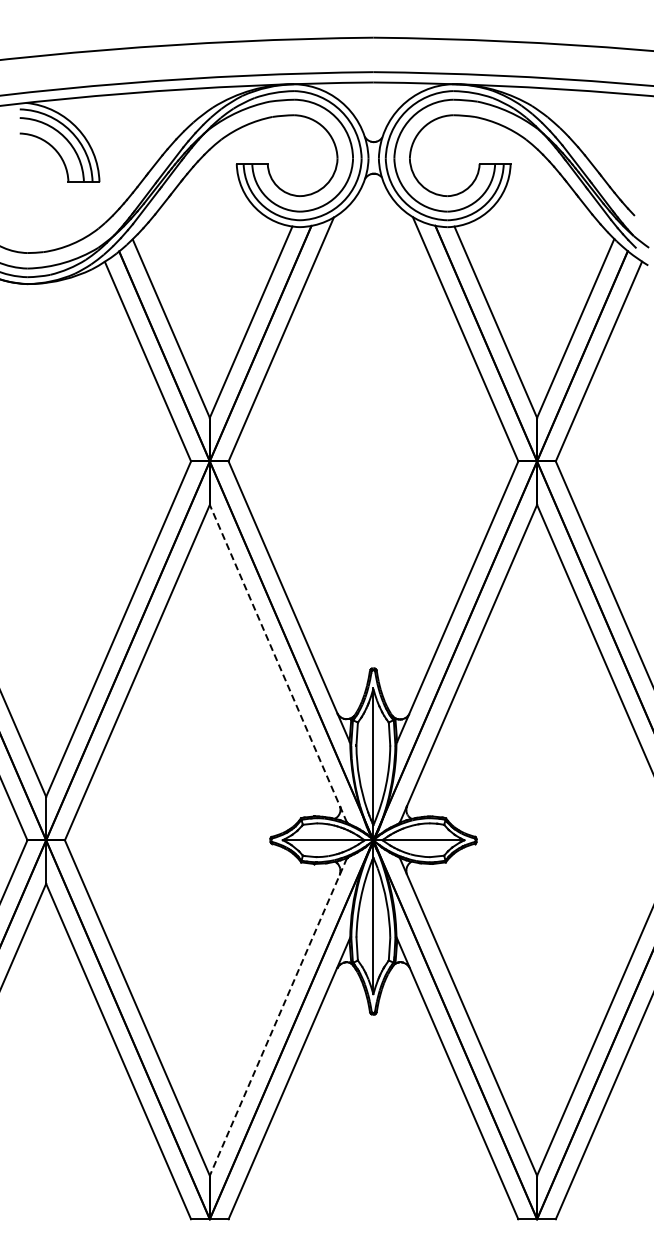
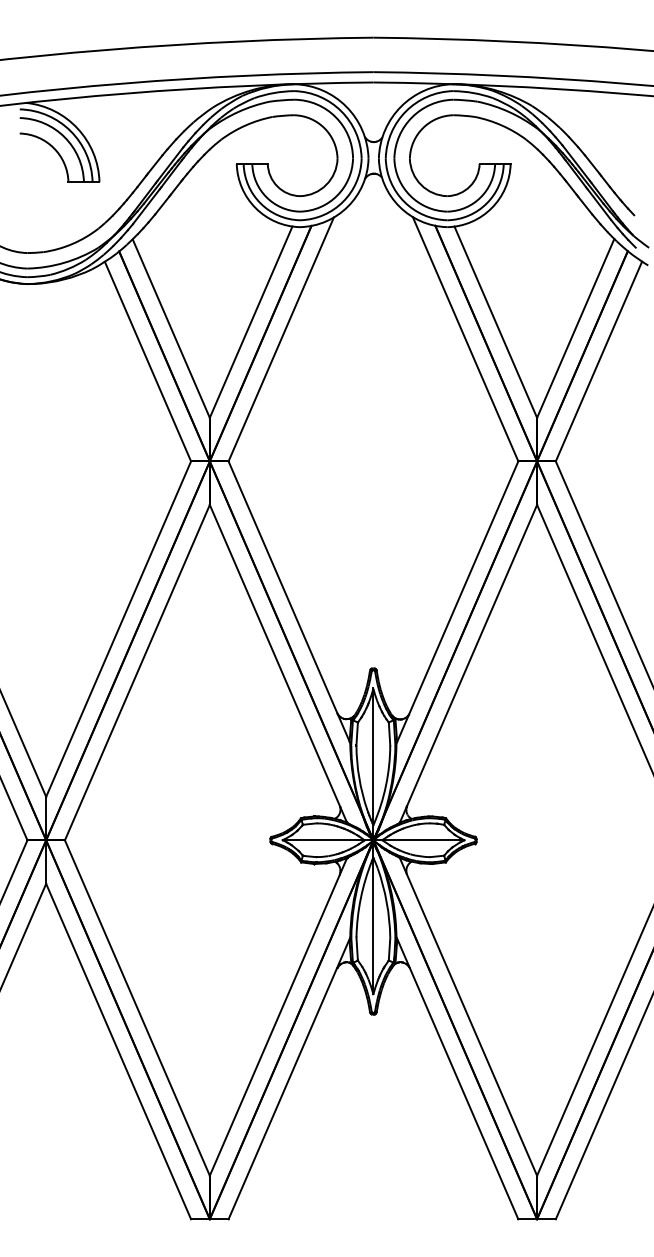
line at (278, 663): dashed -> solid
line at (278, 1017): dashed -> solid
